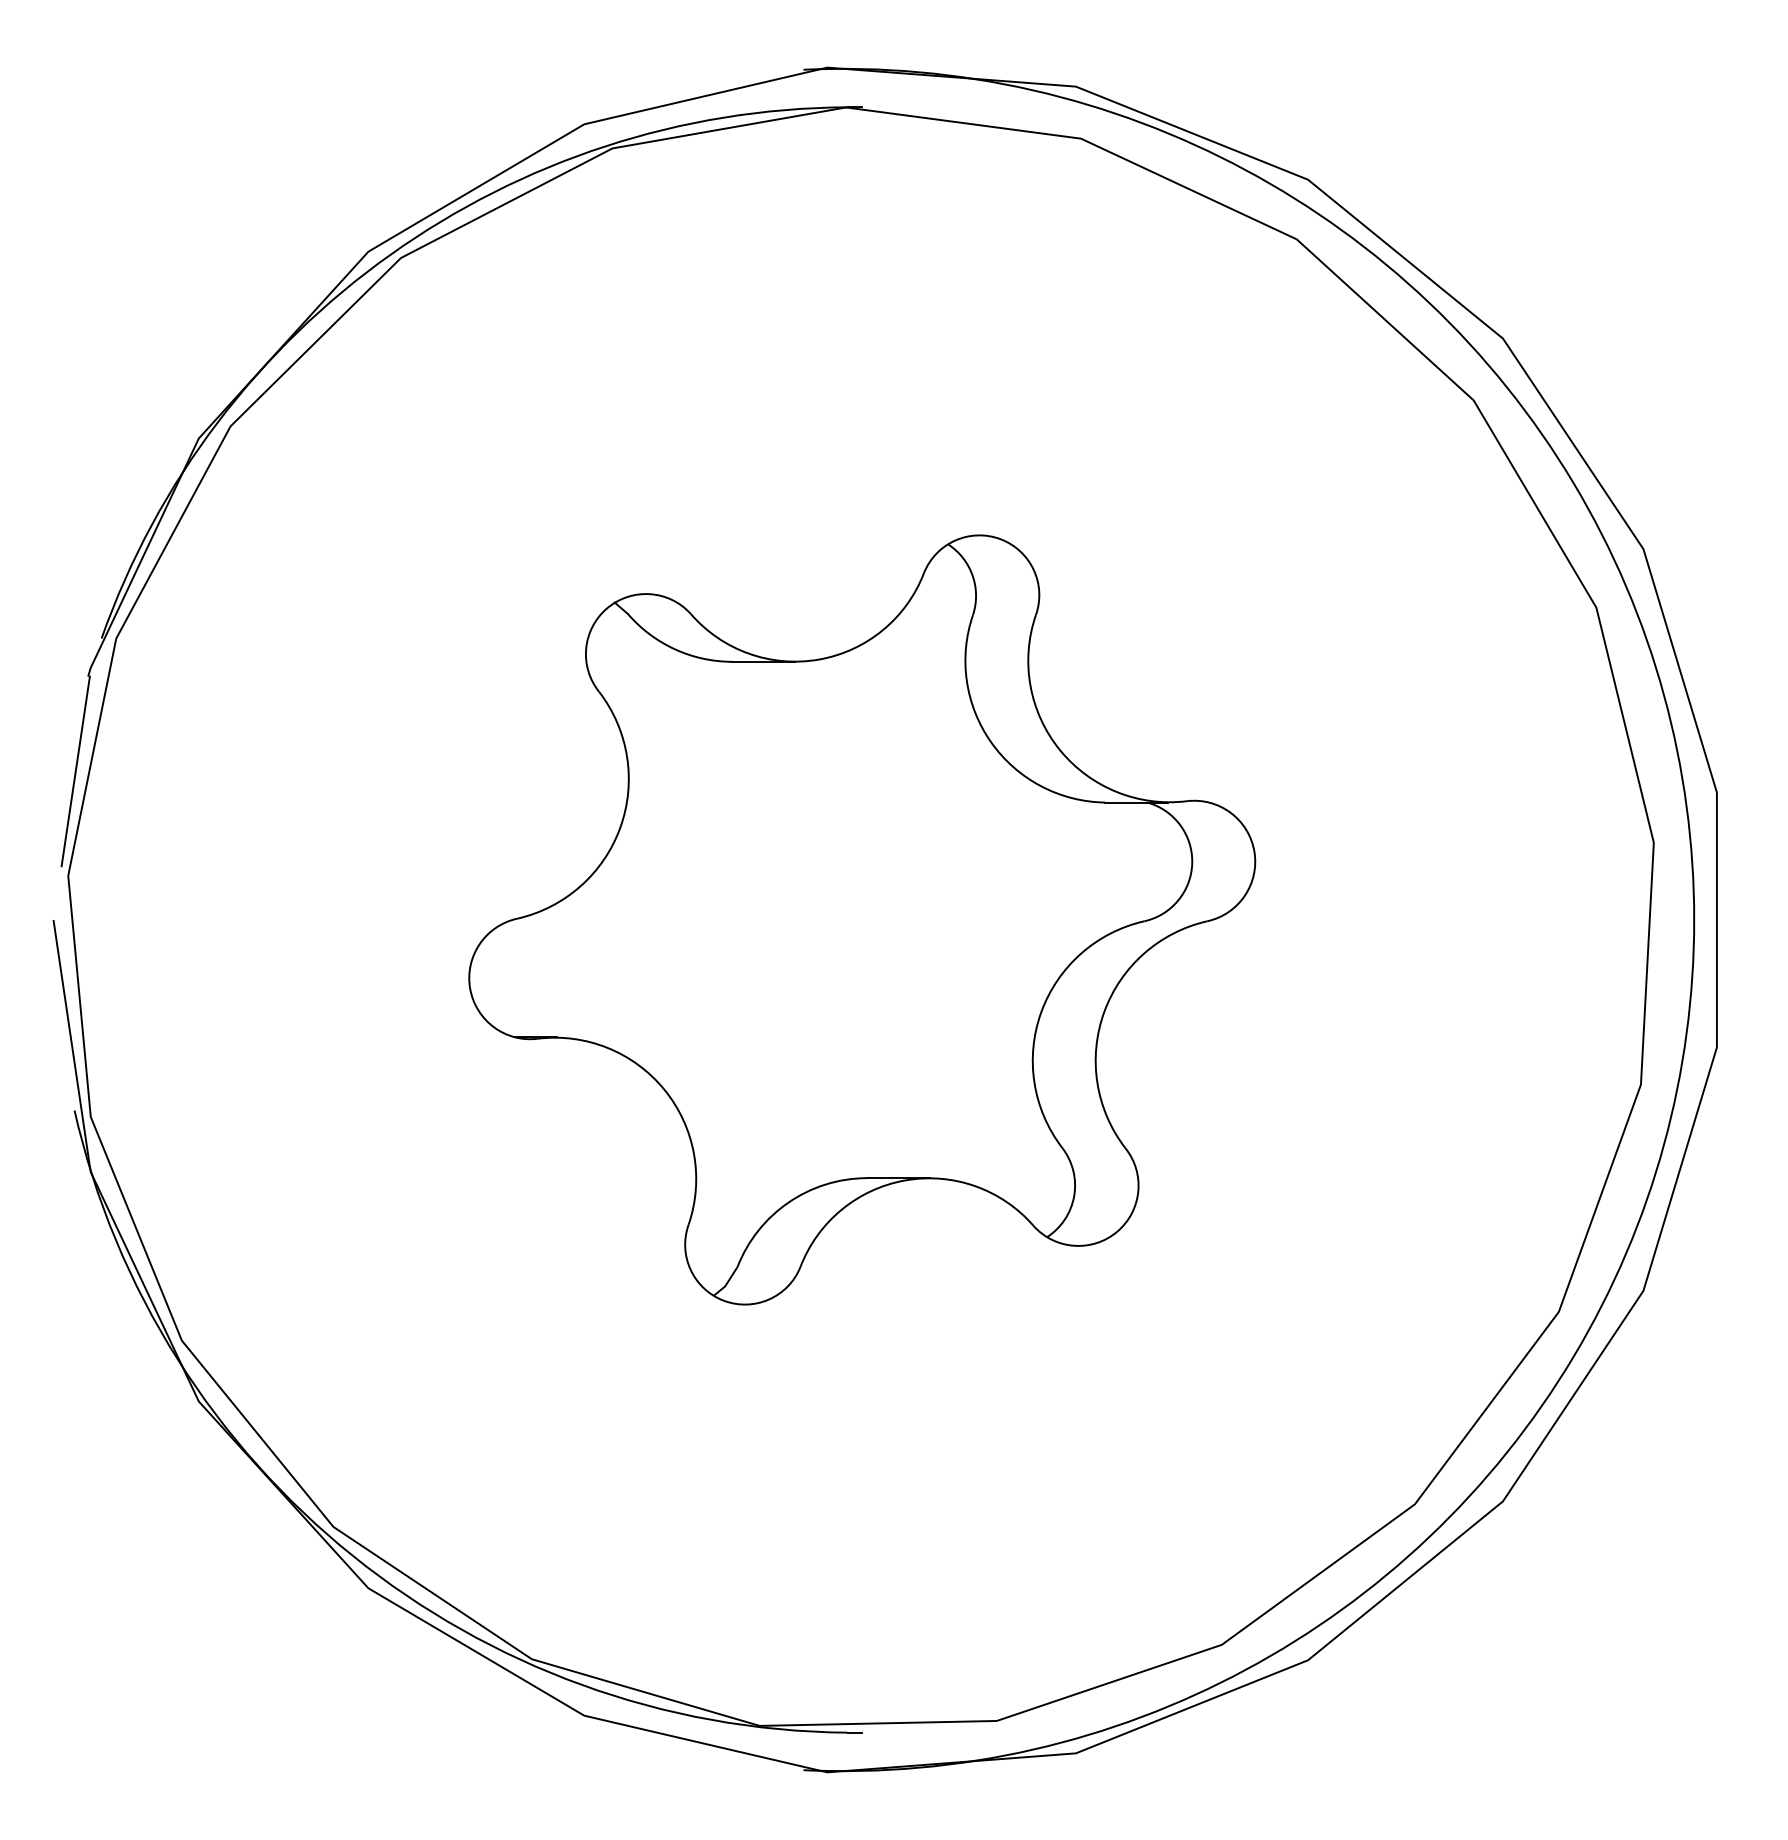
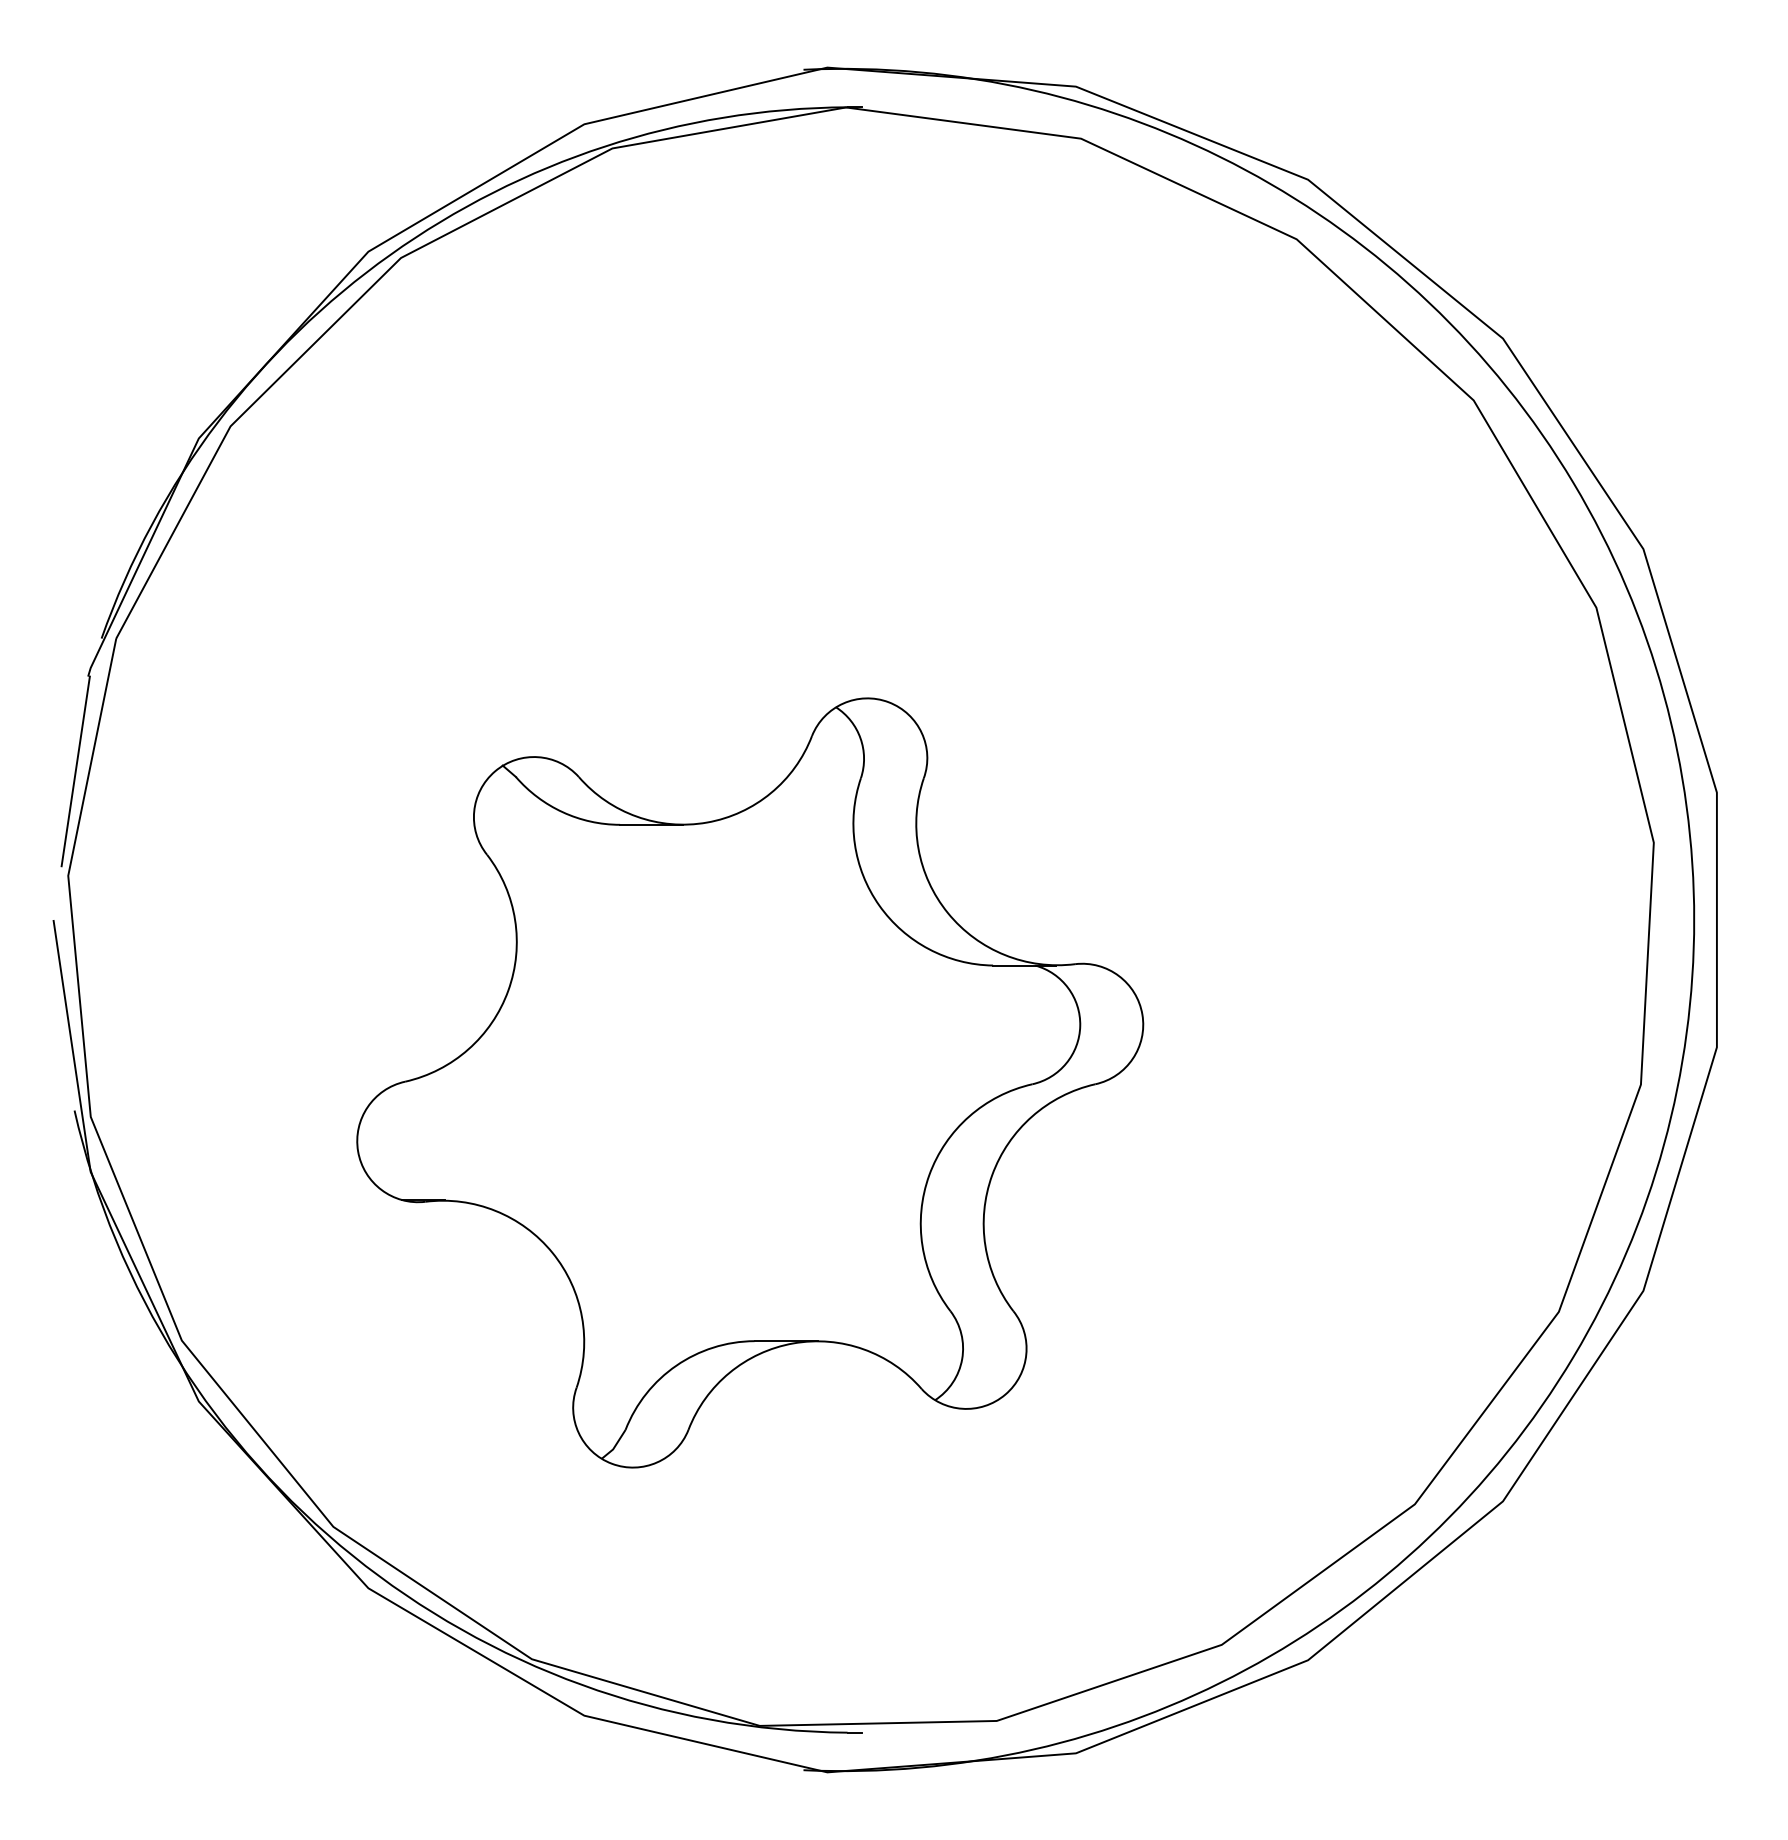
part at (862, 919) position: (862, 919) -> (750, 1082)
